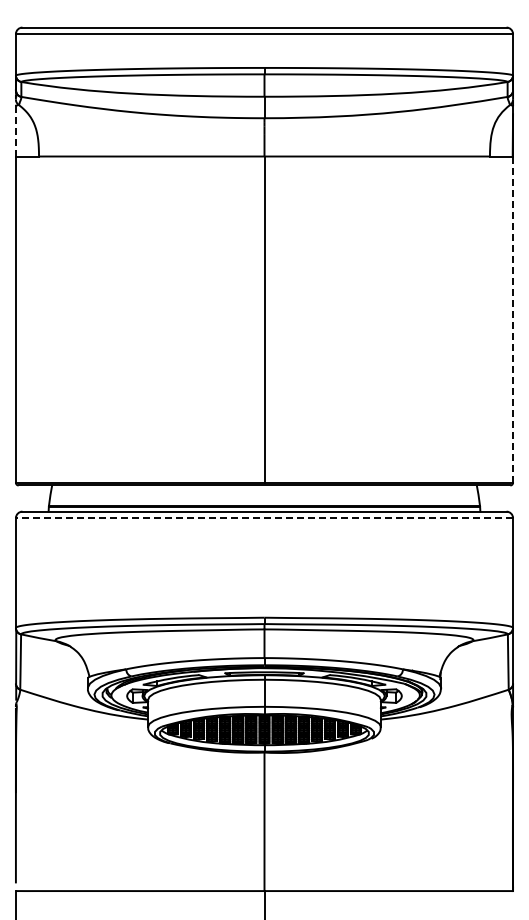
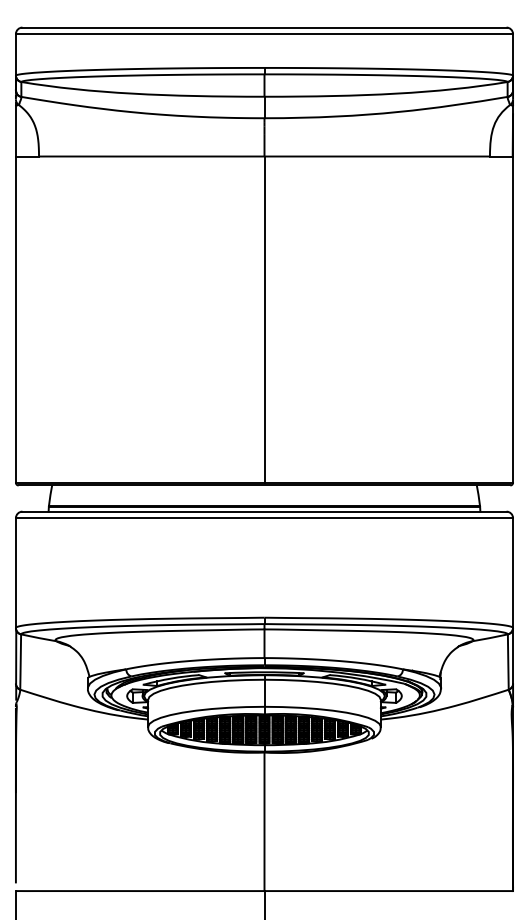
line at (15, 129): dashed -> solid
line at (513, 319): dashed -> solid
line at (264, 518): dashed -> solid
